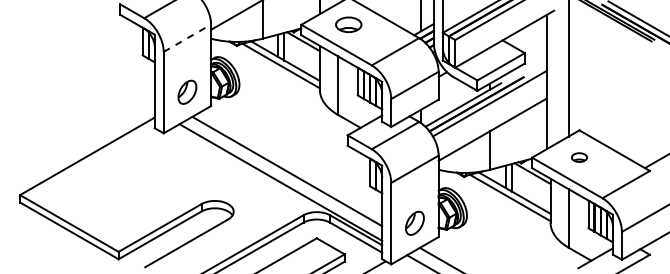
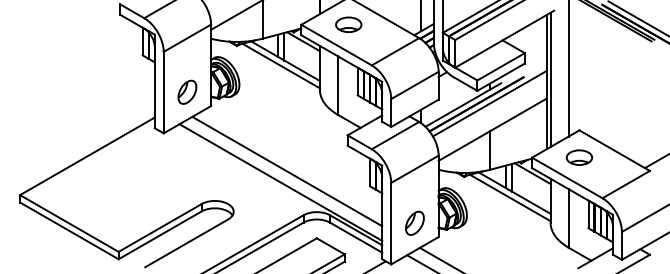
line at (187, 38): dashed -> solid
line at (550, 79): none -> present
part at (579, 157) size: 17x11 px -> 29x17 px
